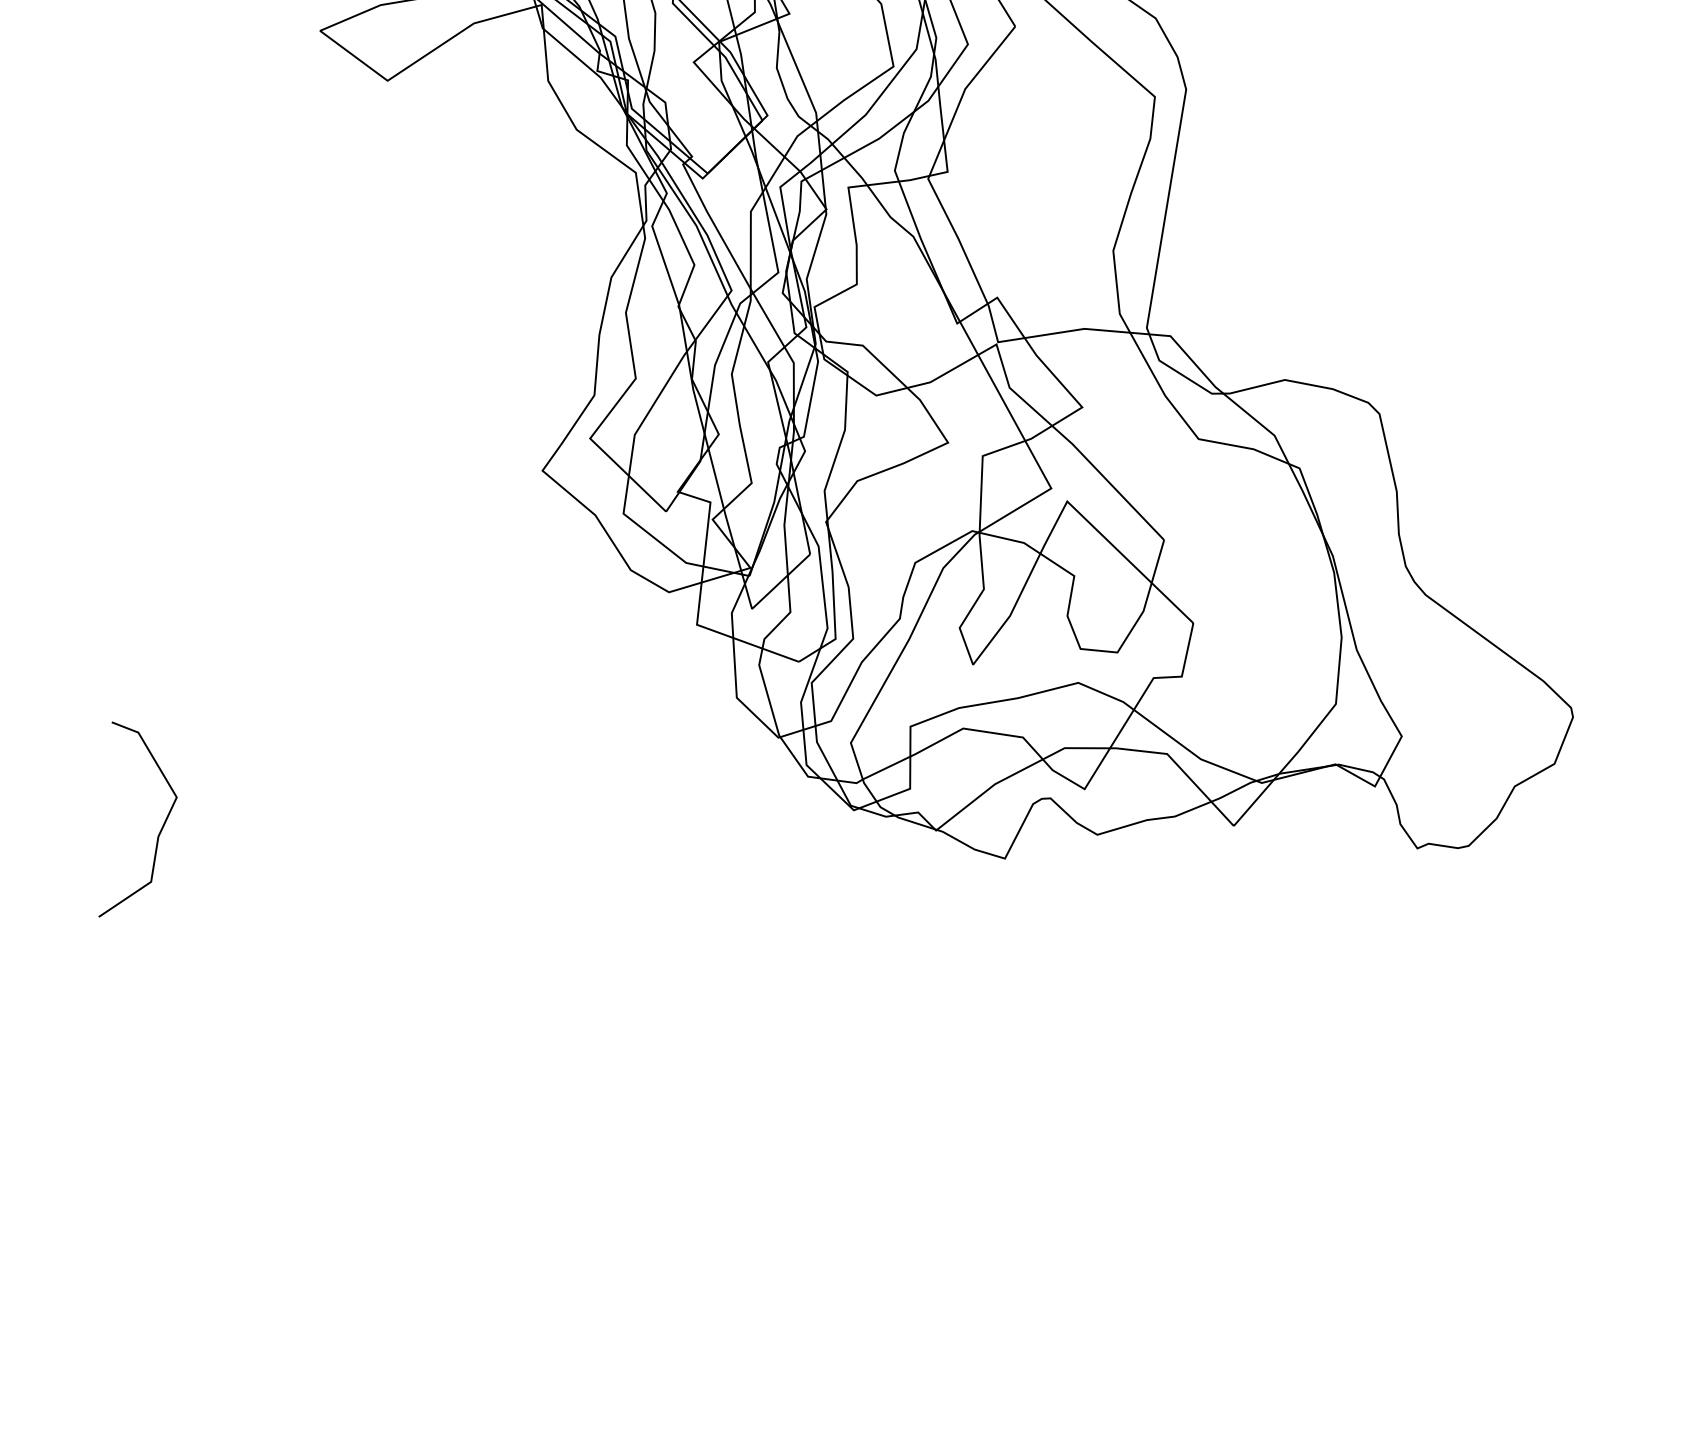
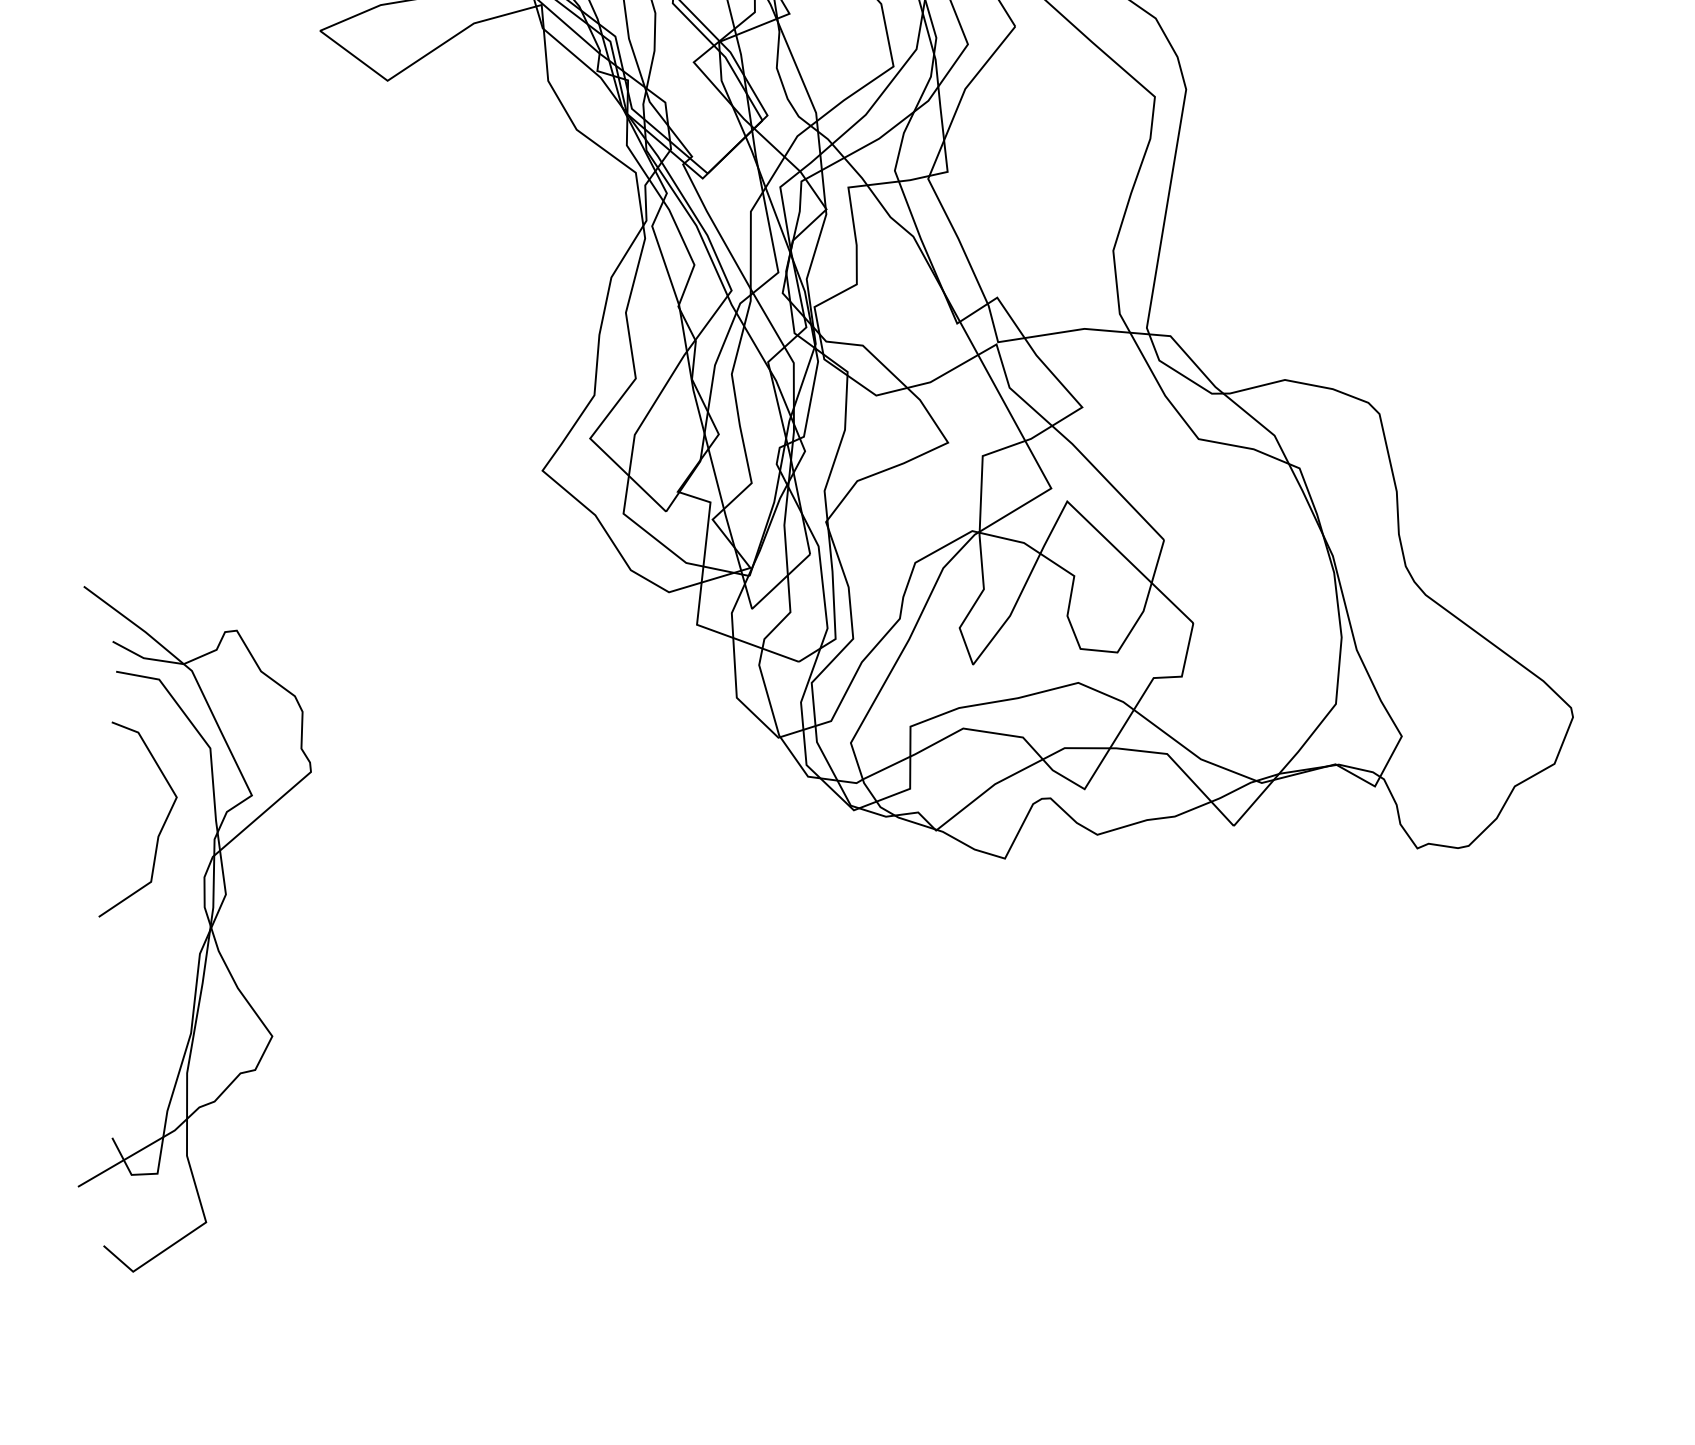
part at (207, 933): none -> present
